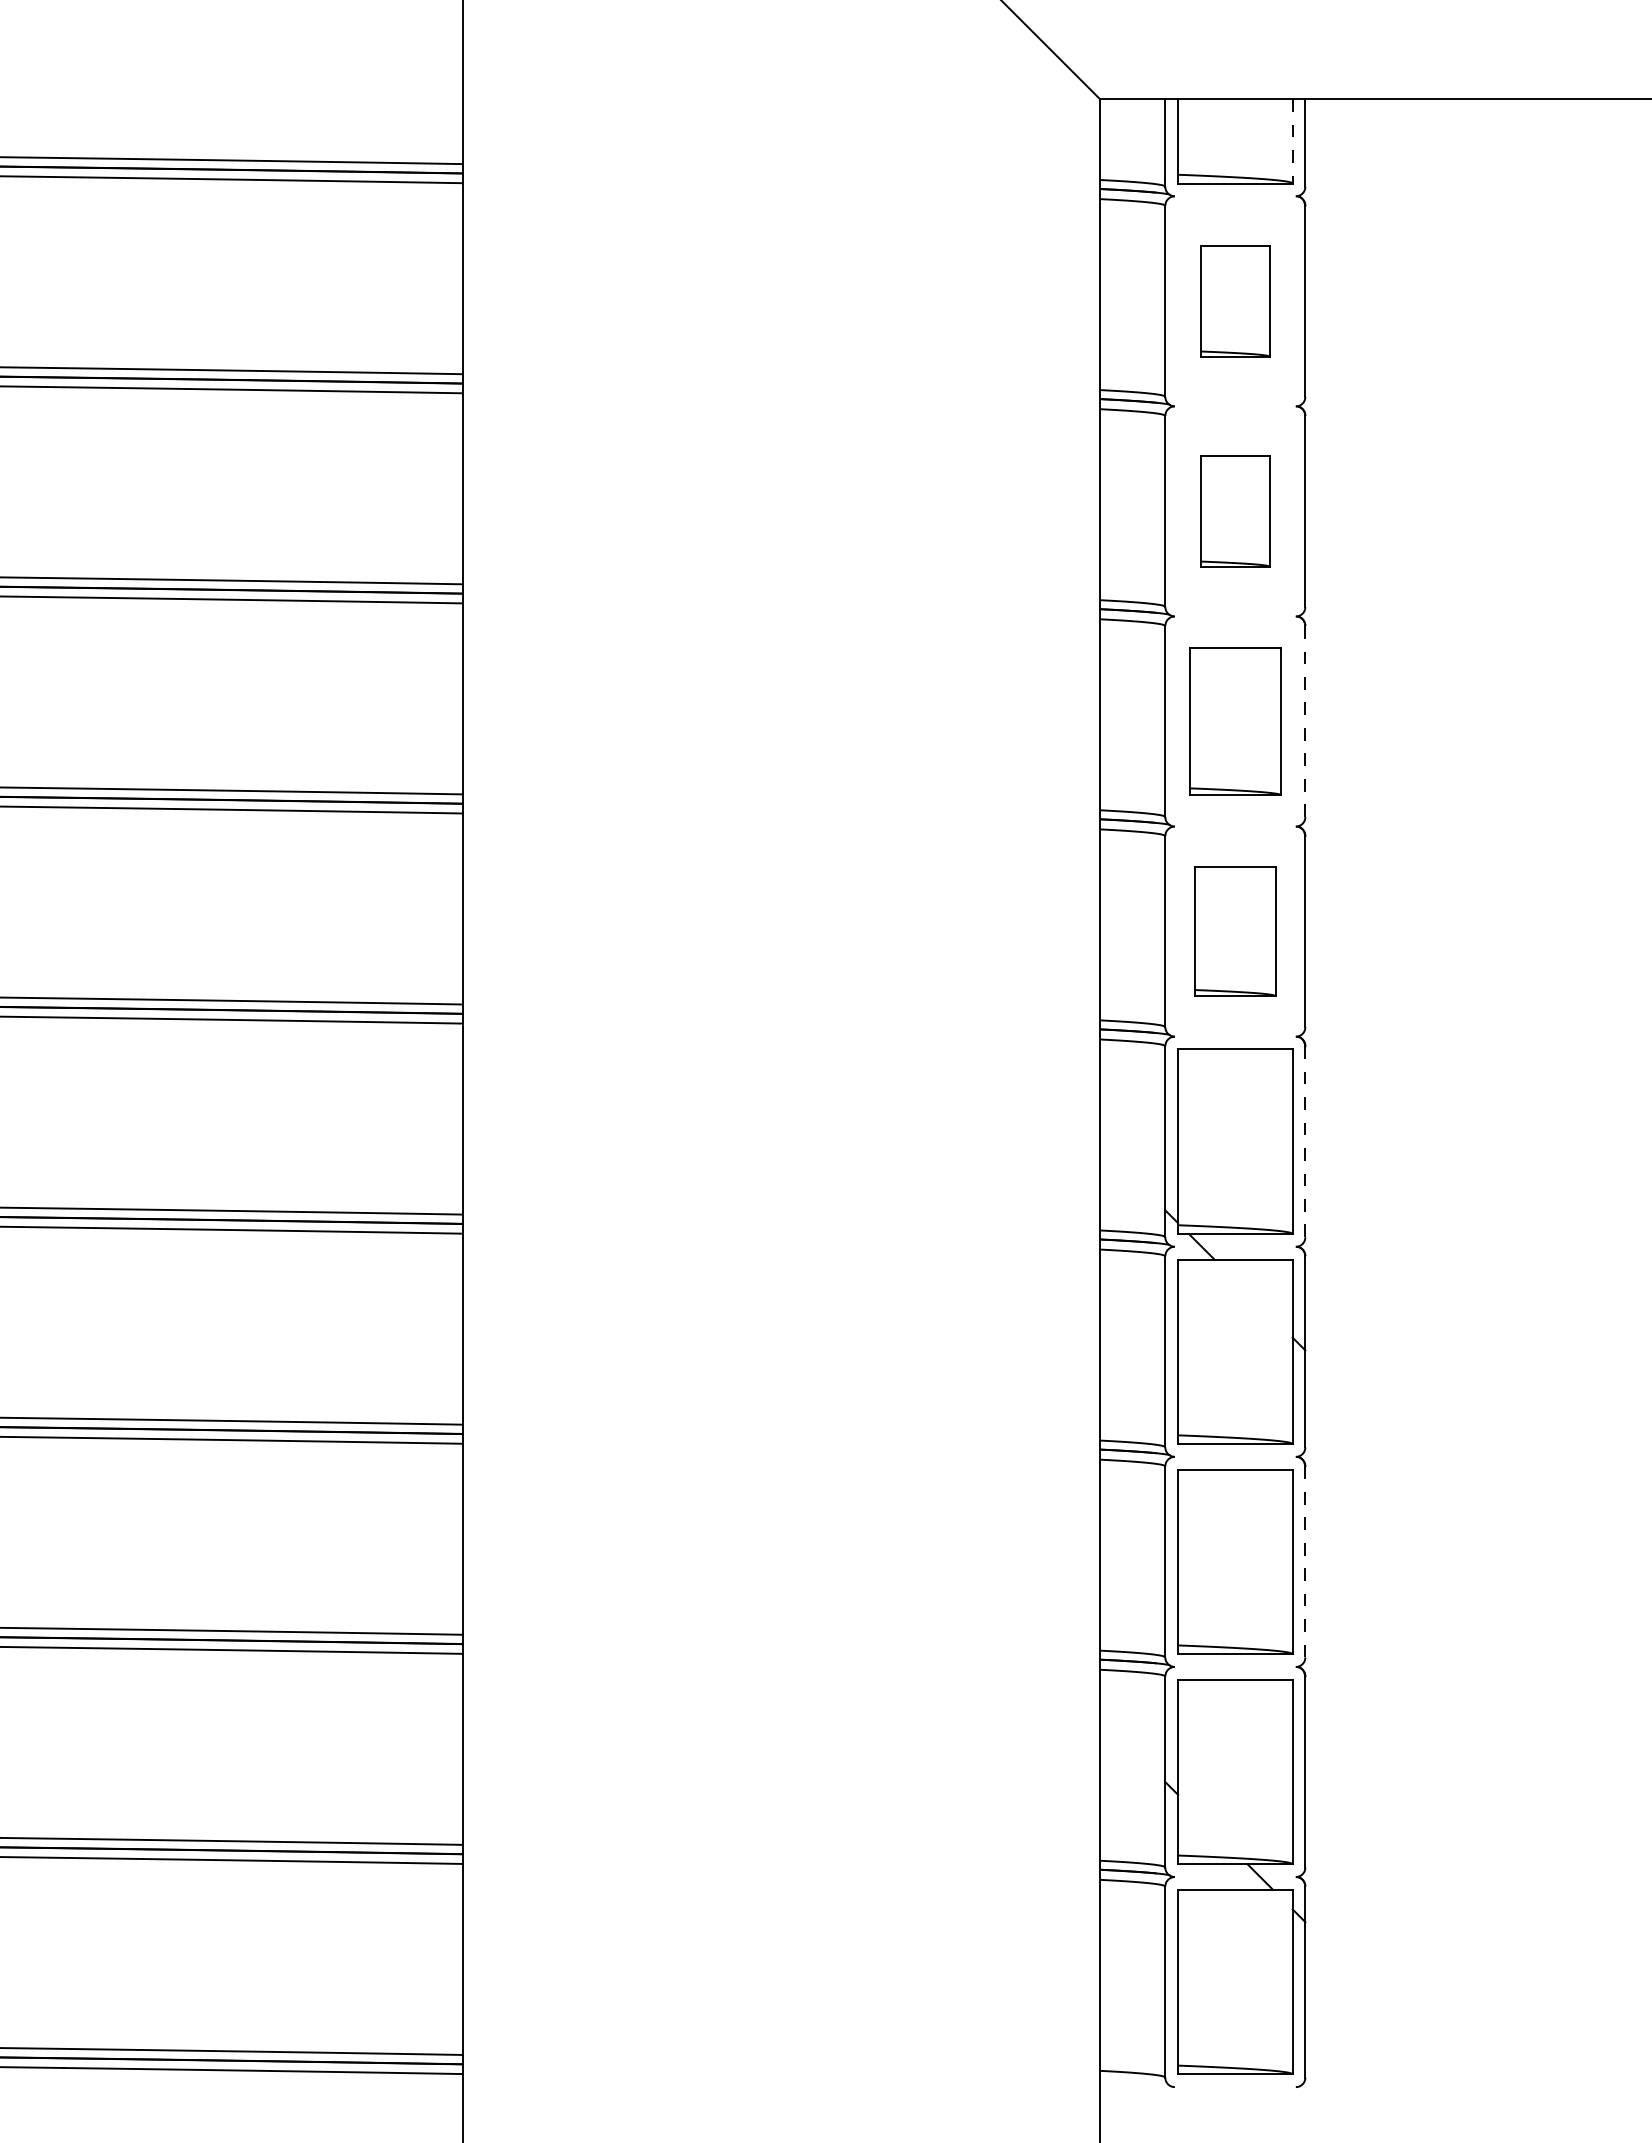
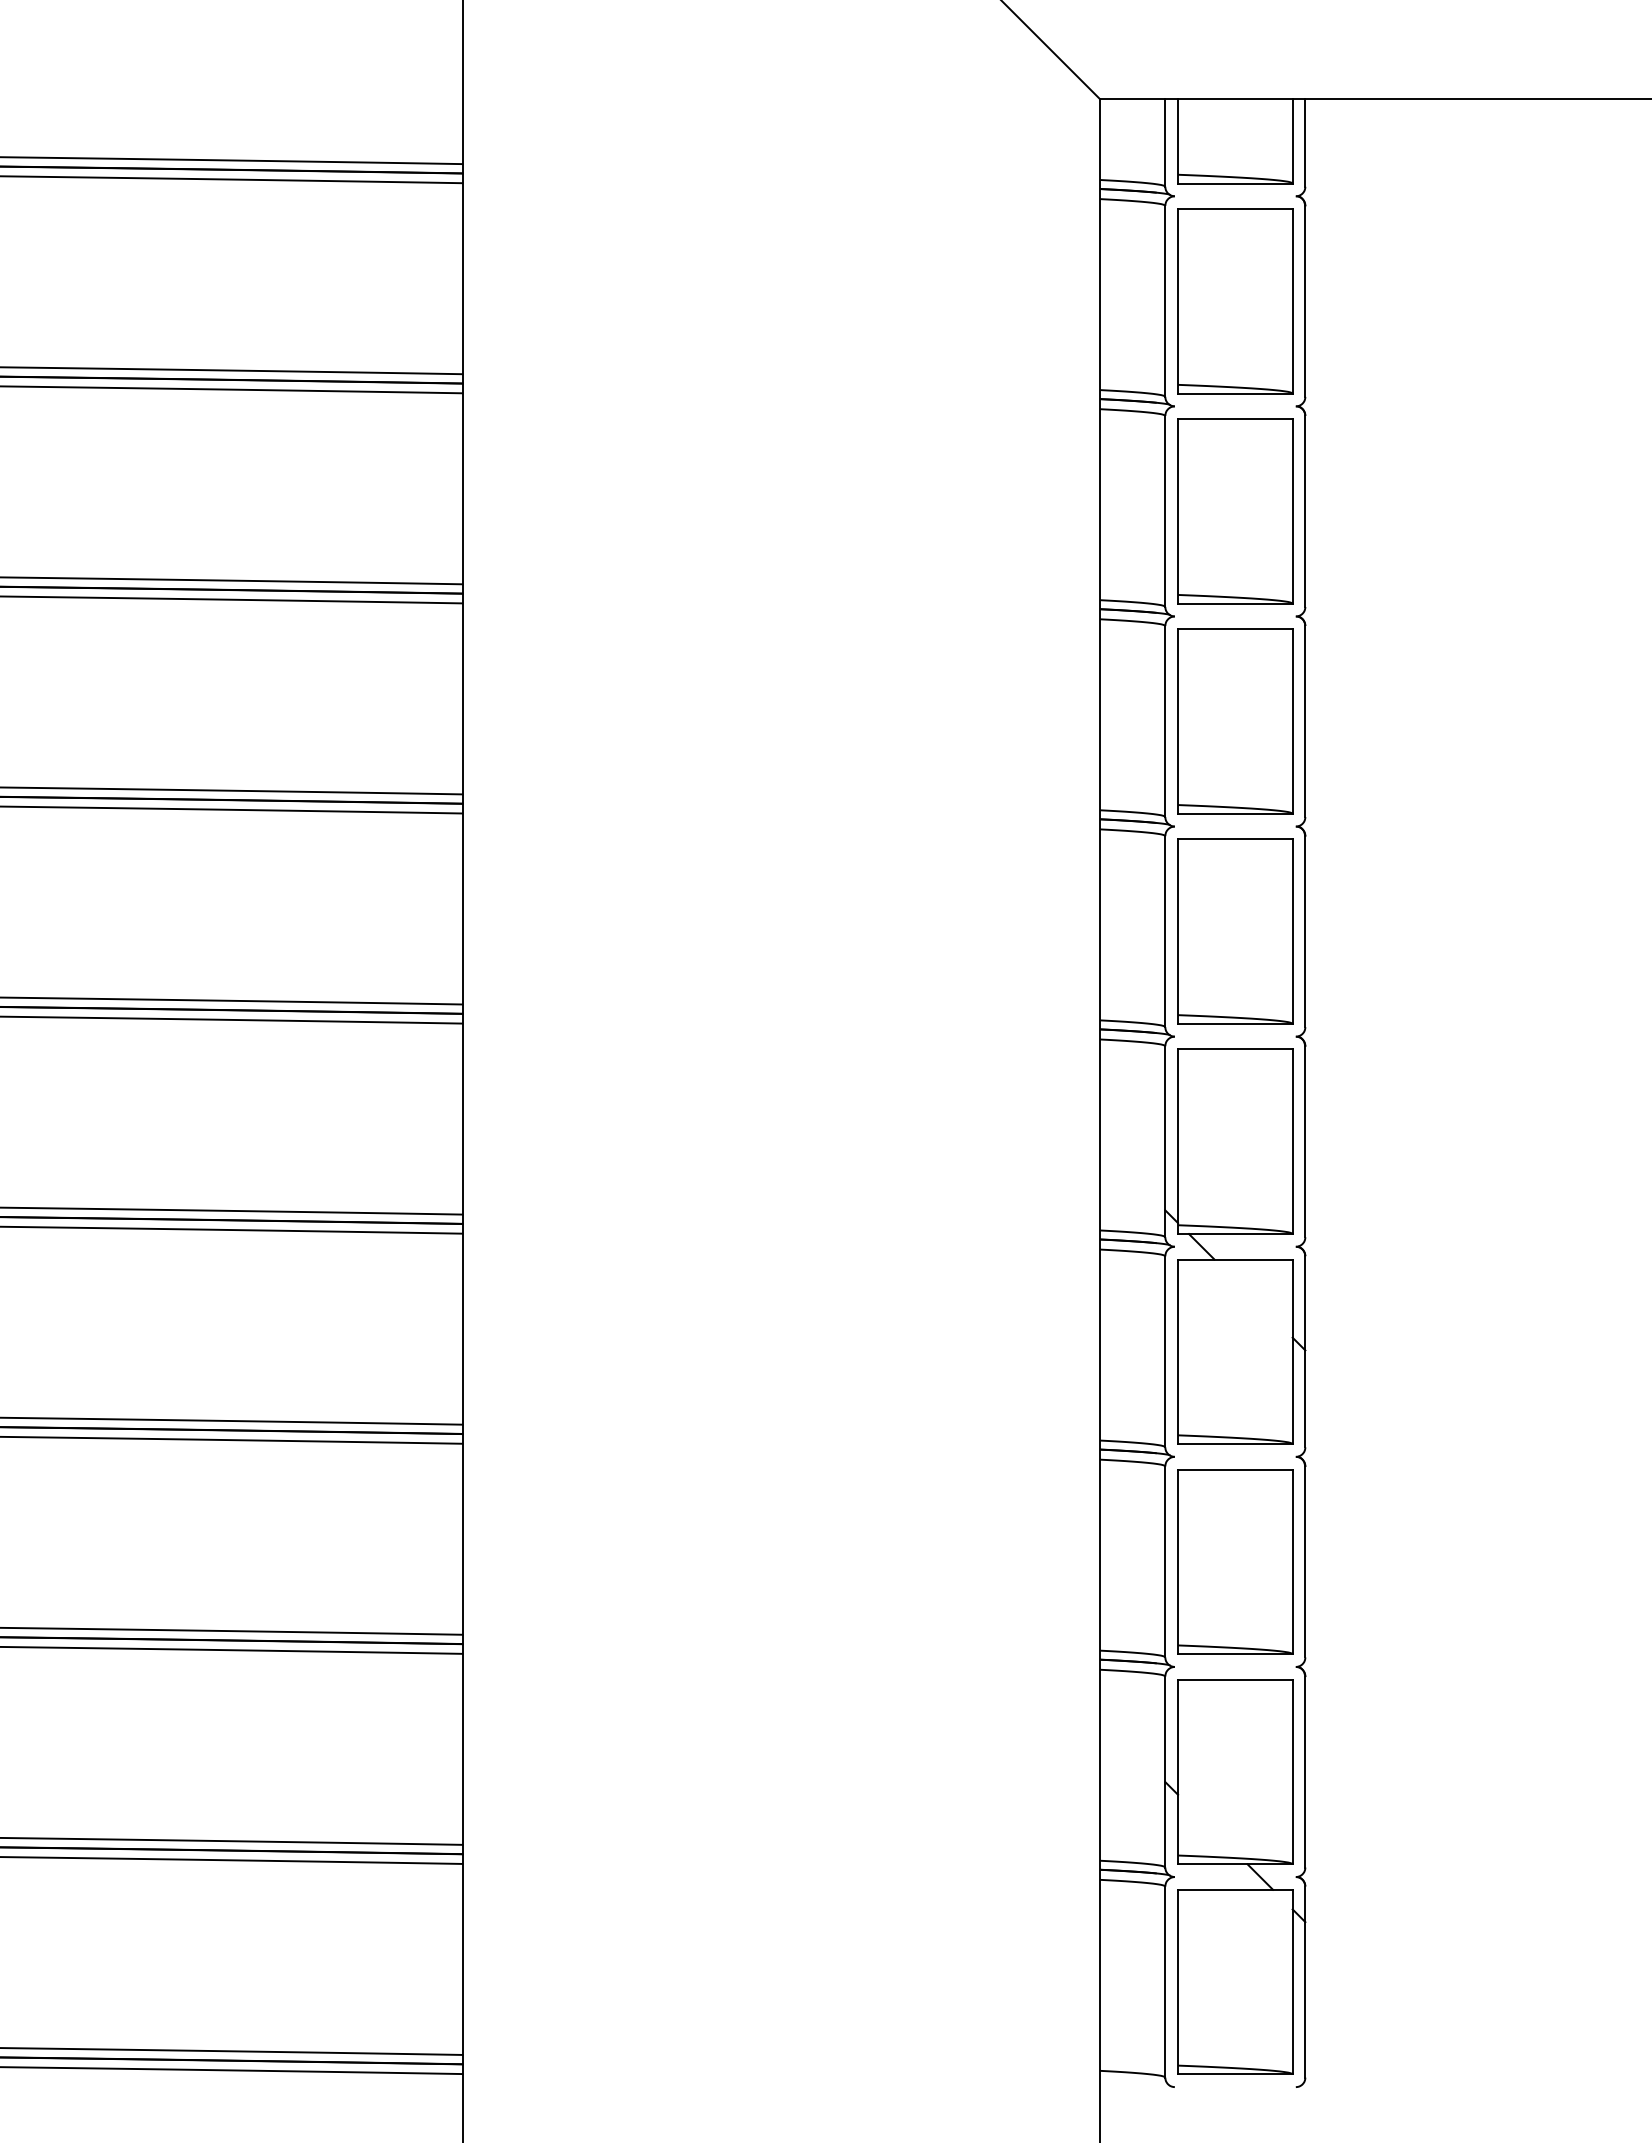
line at (1292, 141): dashed -> solid
part at (1235, 301) size: 71x113 px -> 117x187 px
part at (1235, 511) size: 71x113 px -> 117x187 px
part at (1235, 721) size: 93x149 px -> 117x187 px
line at (1305, 722): dashed -> solid
part at (1235, 931) size: 83x131 px -> 117x187 px
line at (1305, 1142): dashed -> solid
line at (1305, 1562): dashed -> solid
